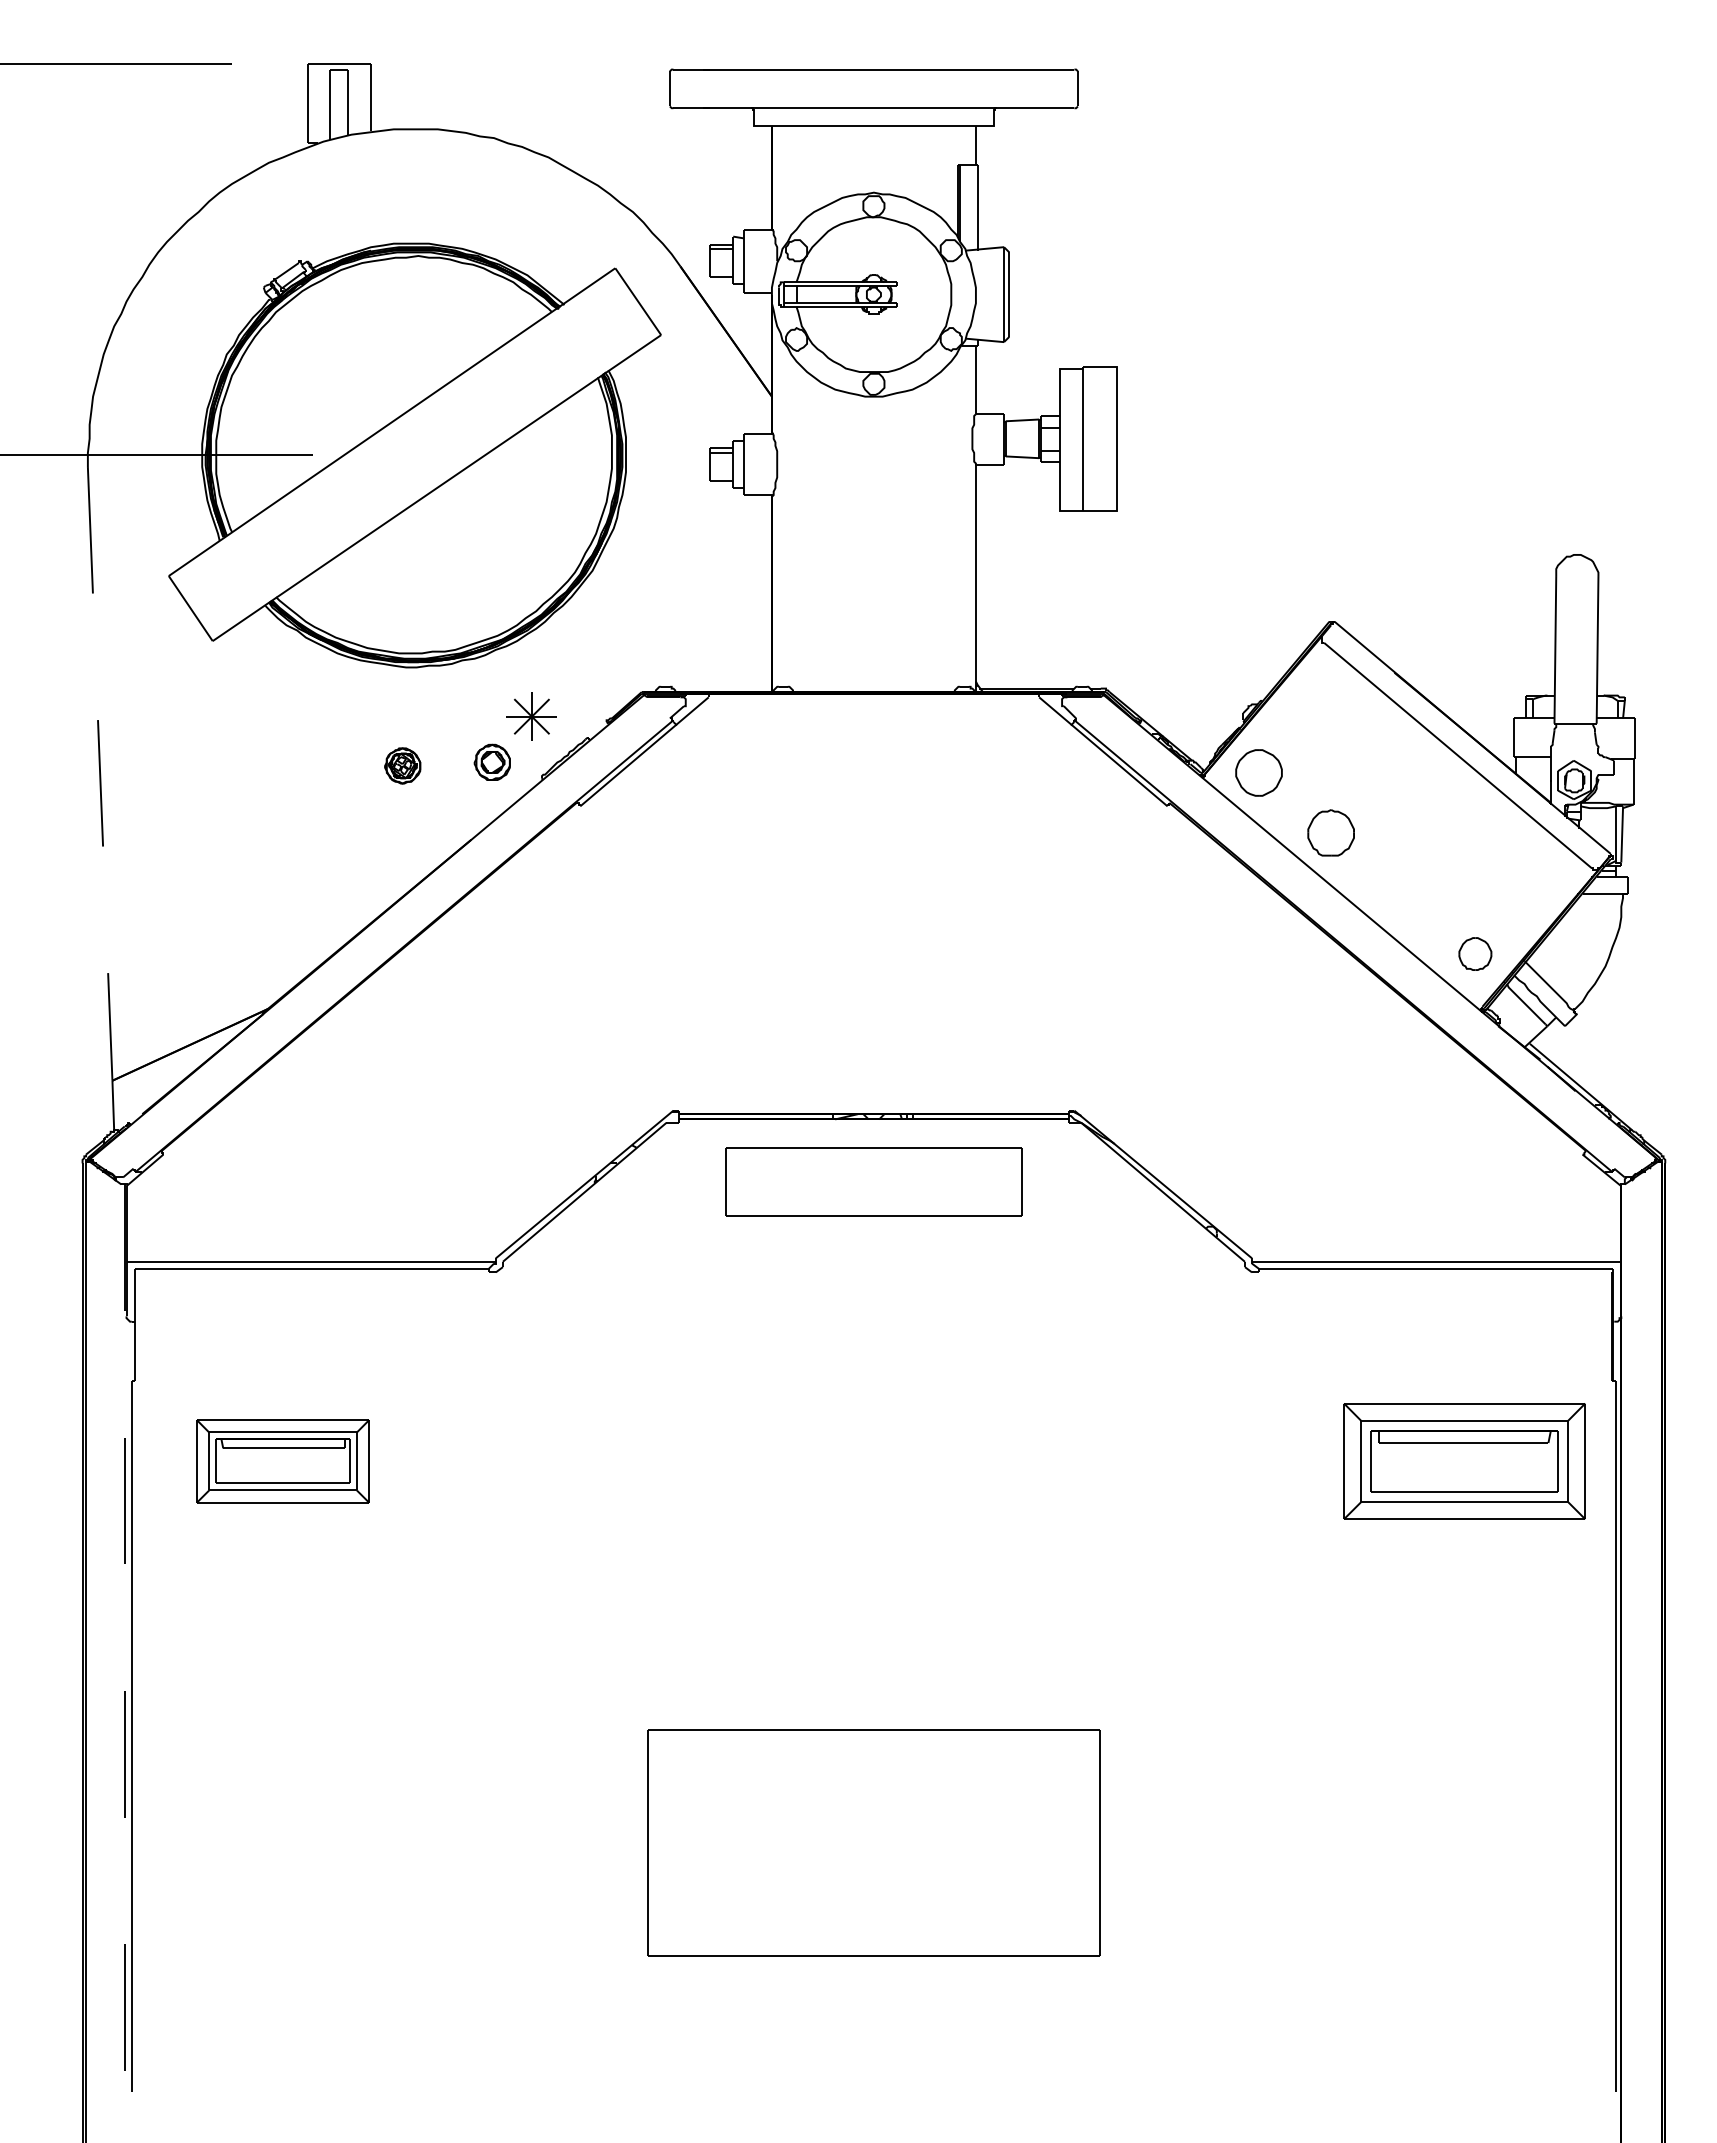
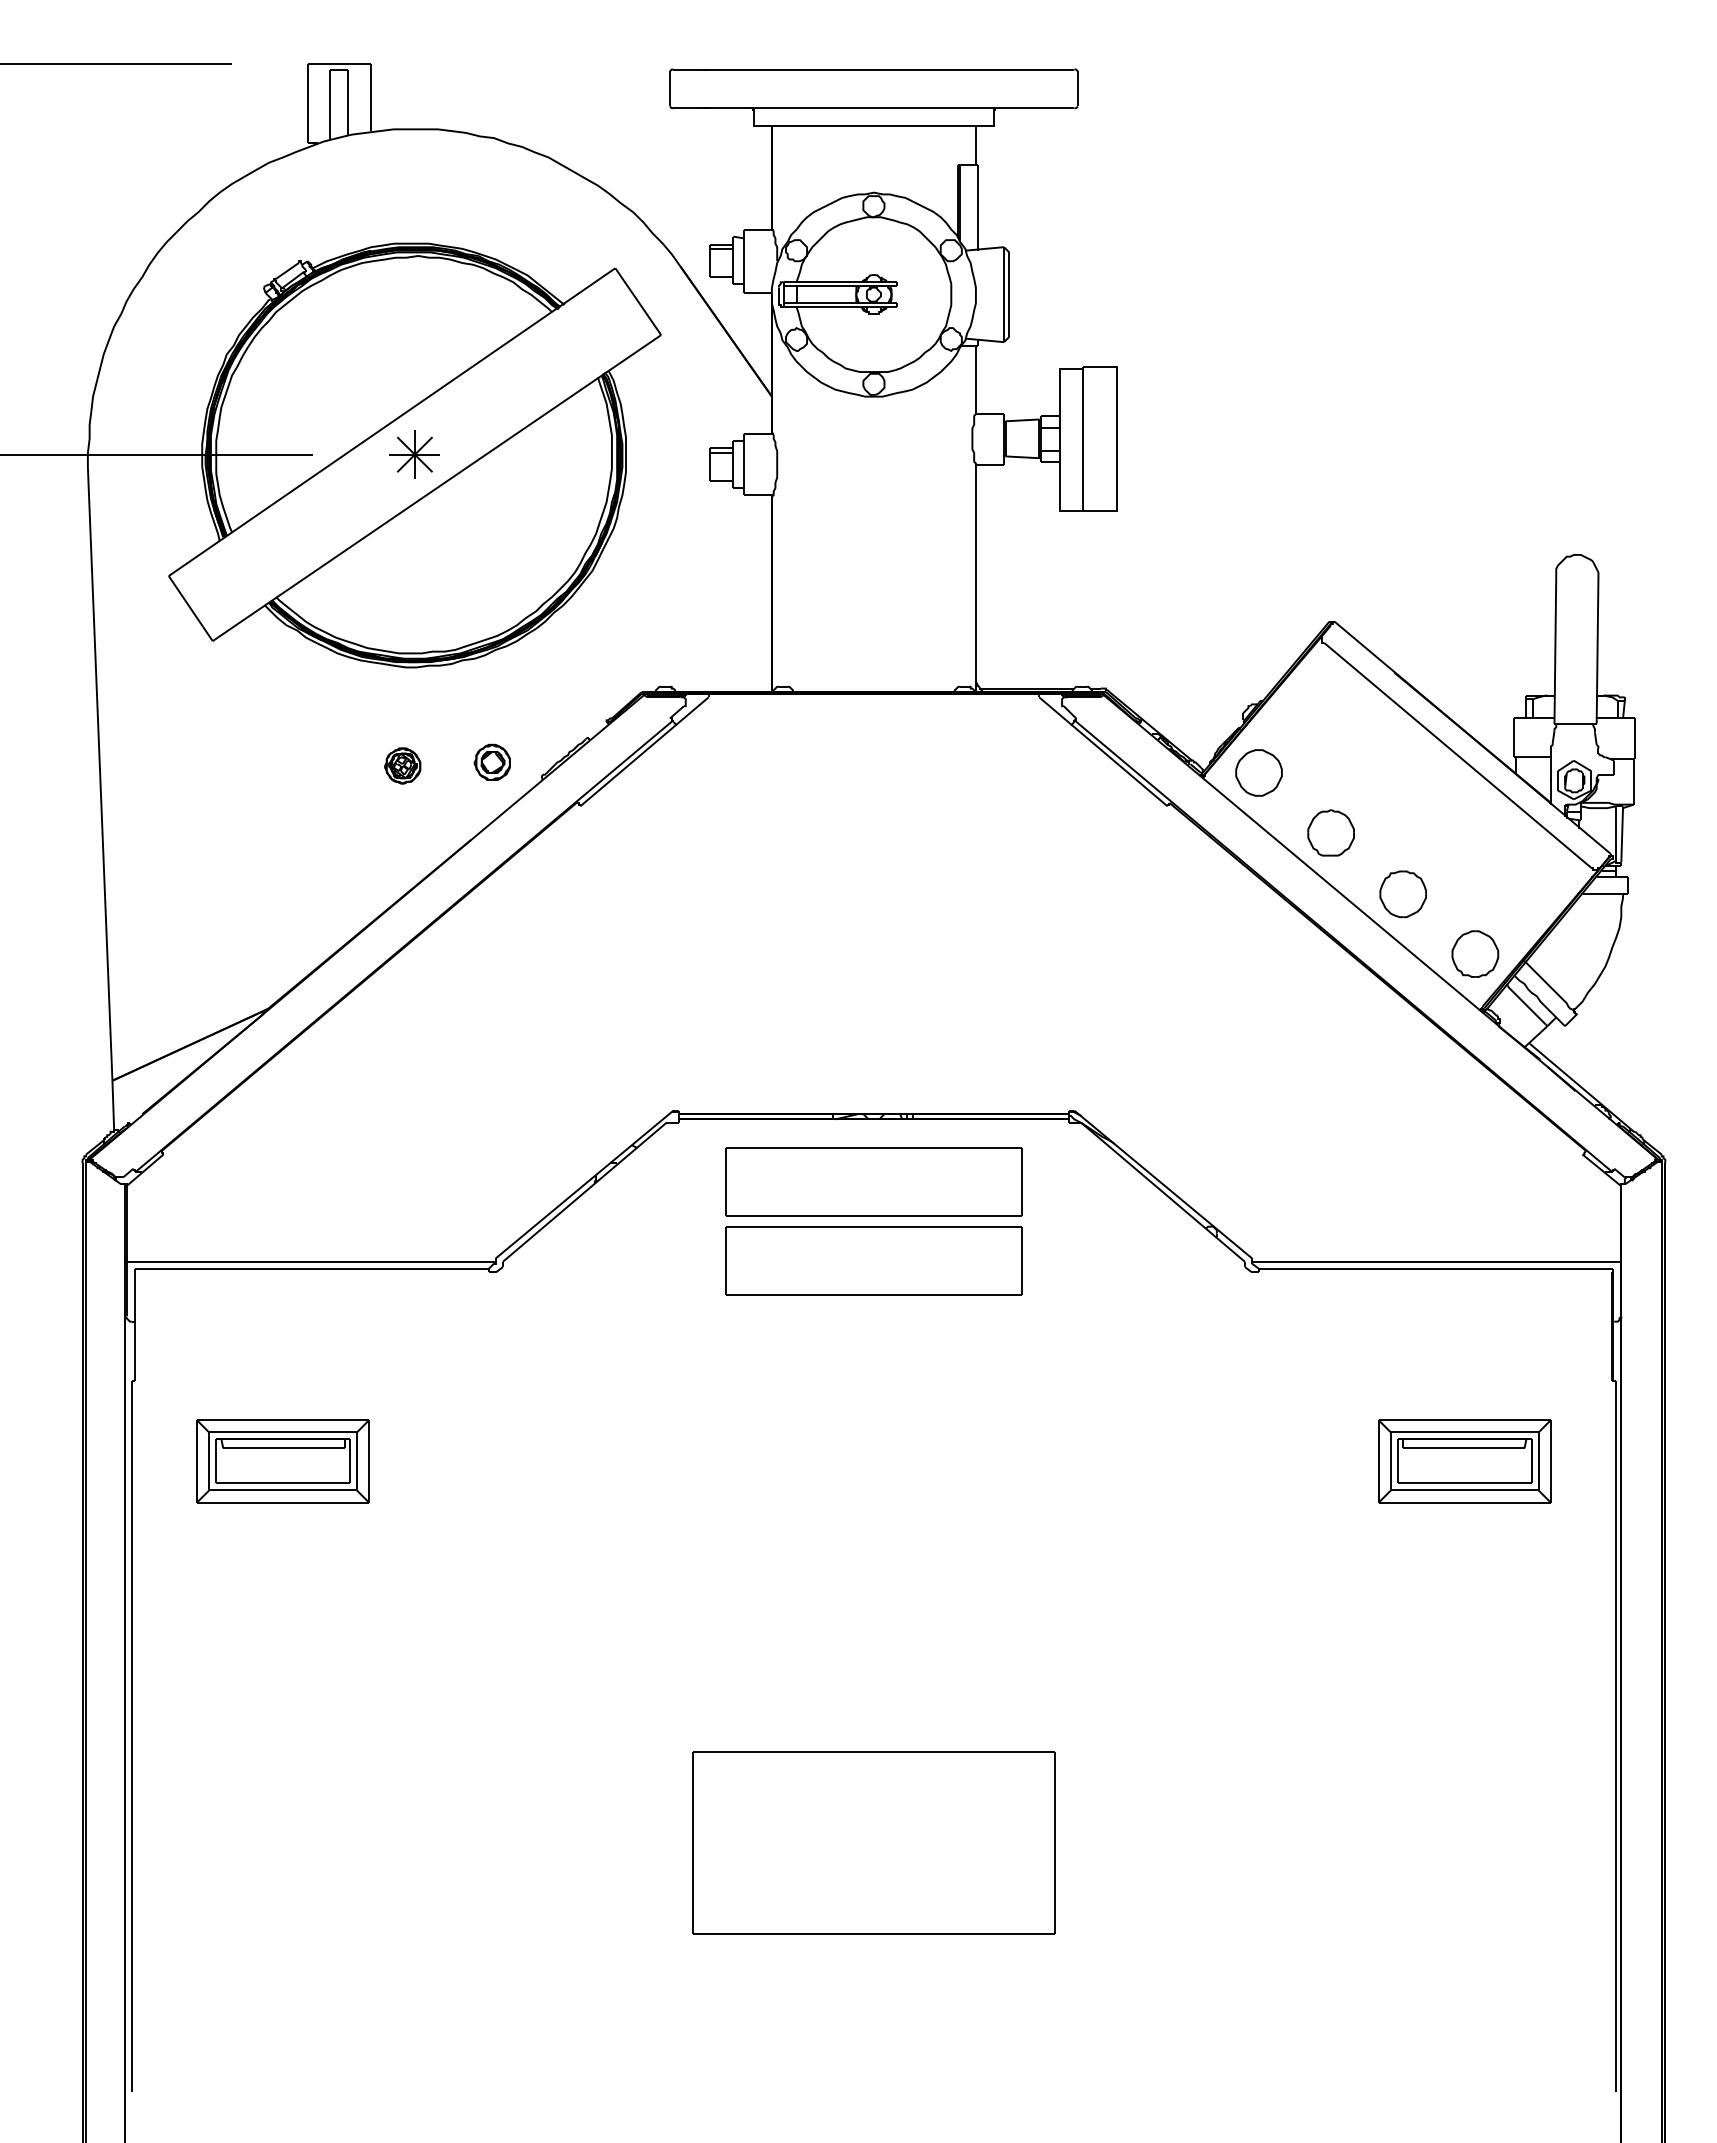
part at (531, 716) position: (531, 716) -> (414, 454)
line at (100, 774): dashed -> solid
part at (1402, 894): none -> present
part at (1475, 953) size: 35x34 px -> 49x48 px
part at (873, 1260): none -> present
part at (1464, 1461) size: 243x117 px -> 174x85 px
line at (124, 1663): dashed -> solid
part at (873, 1842) size: 454x228 px -> 364x184 px
